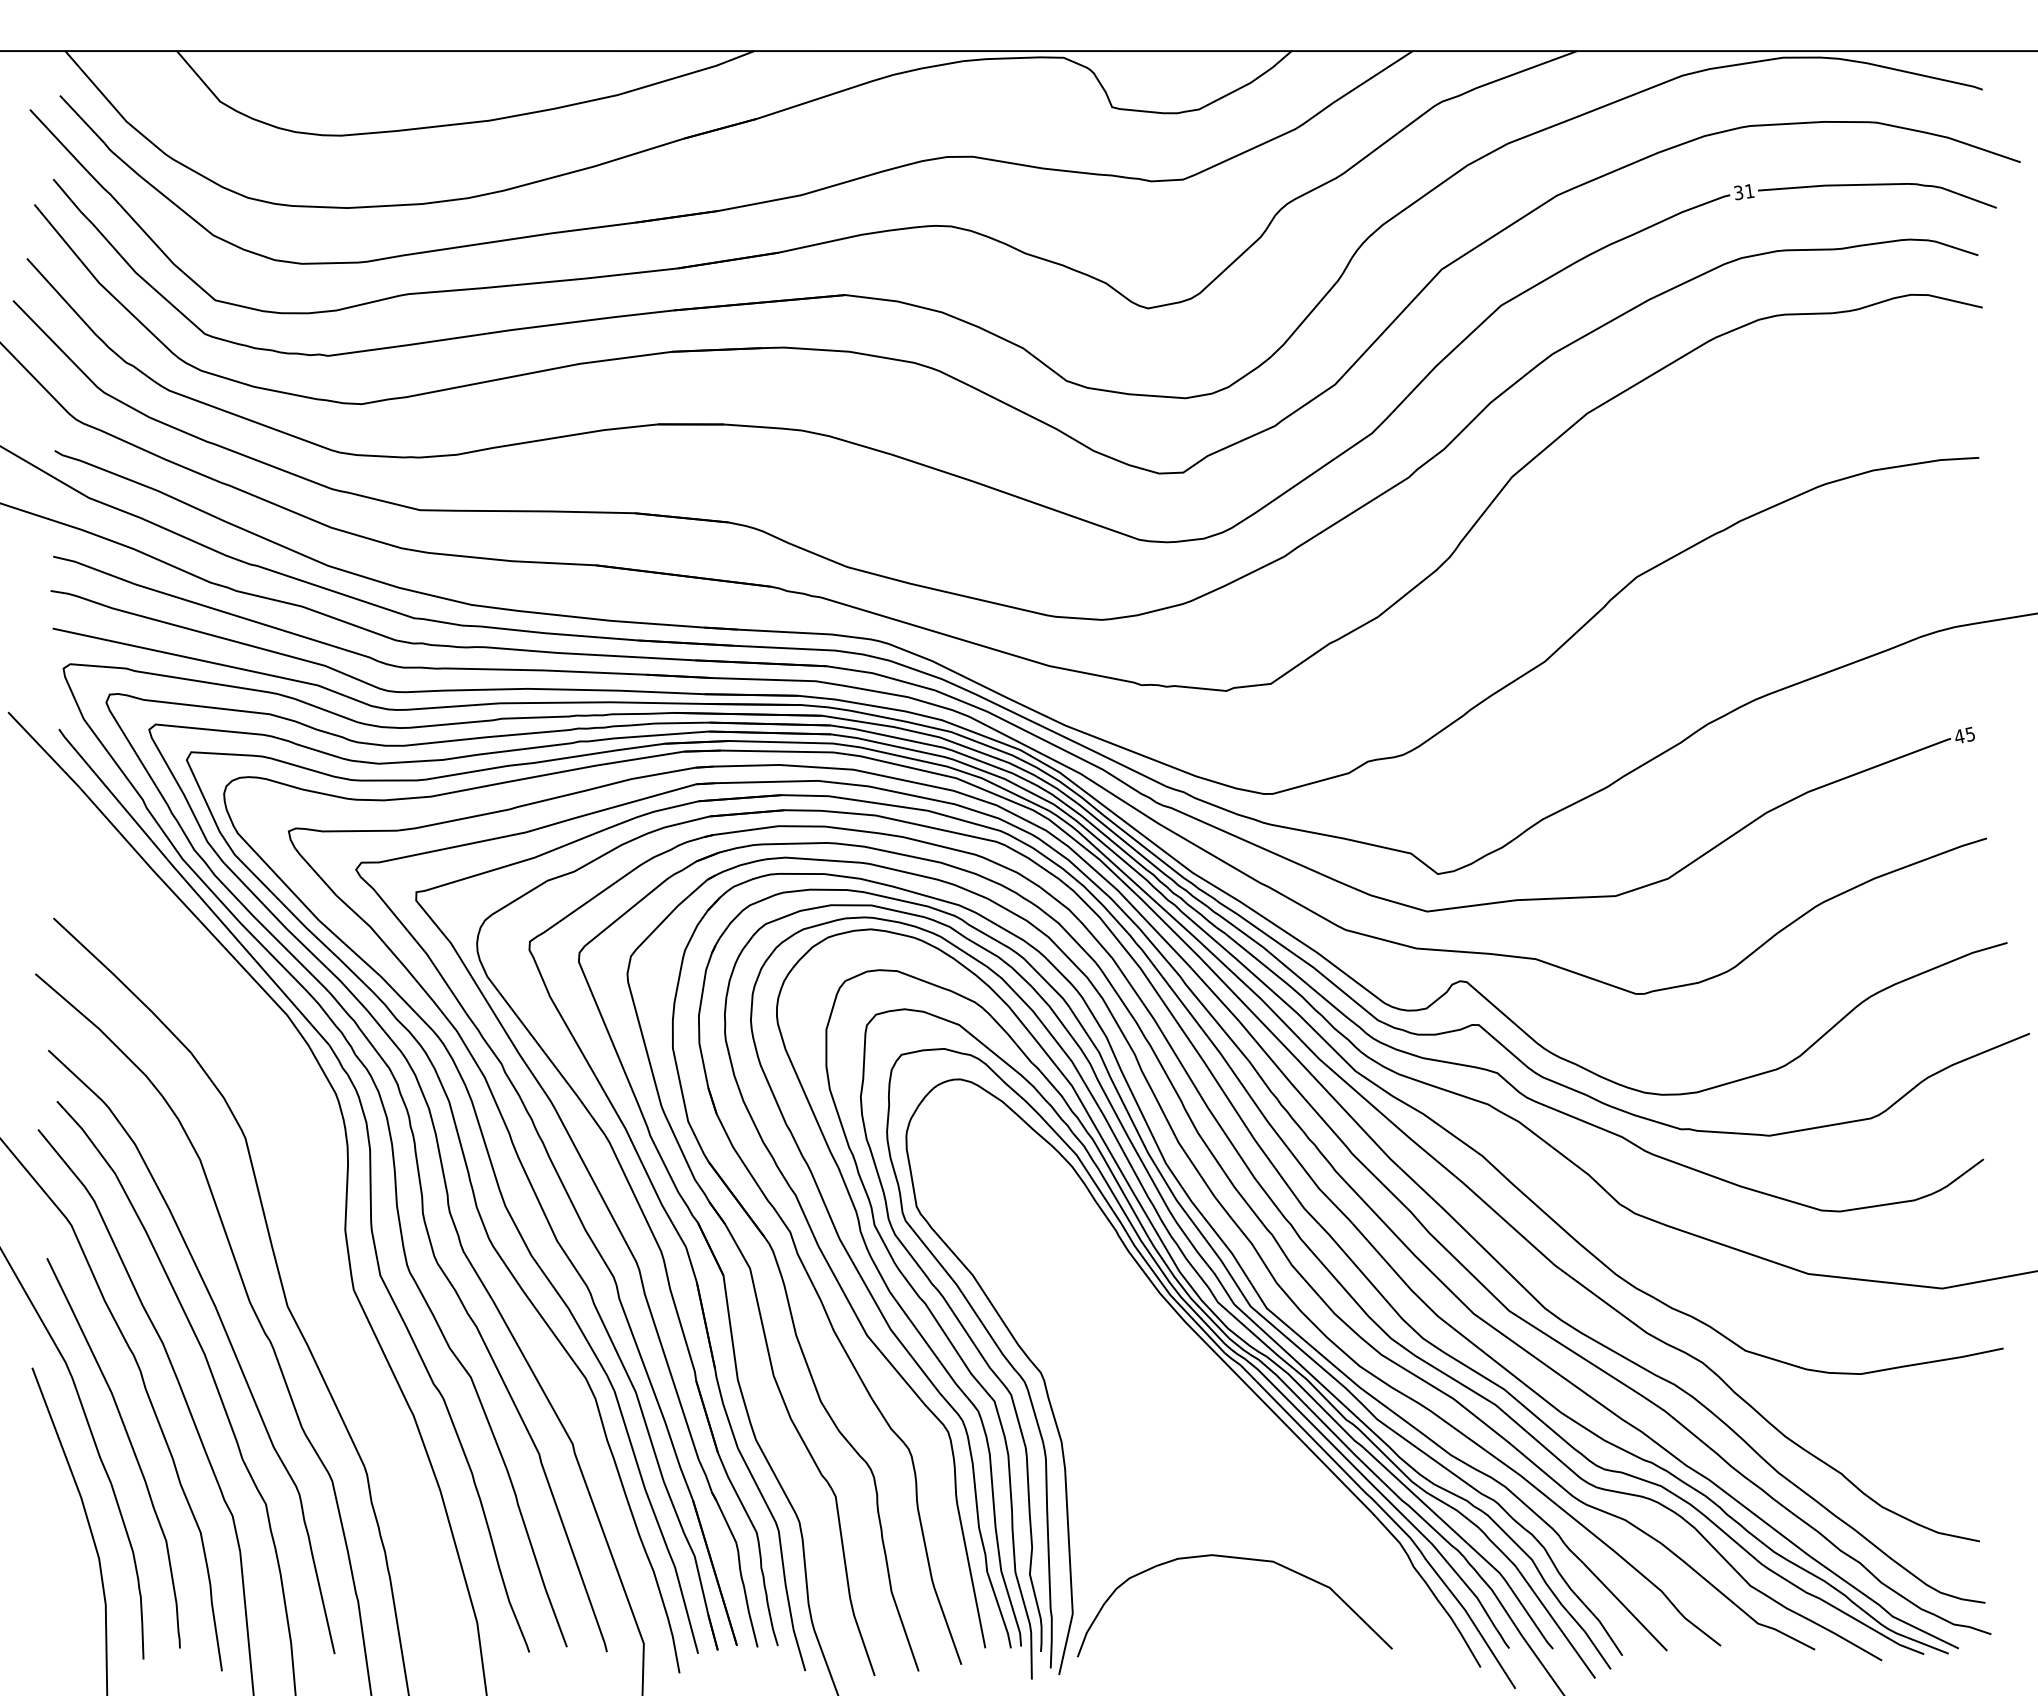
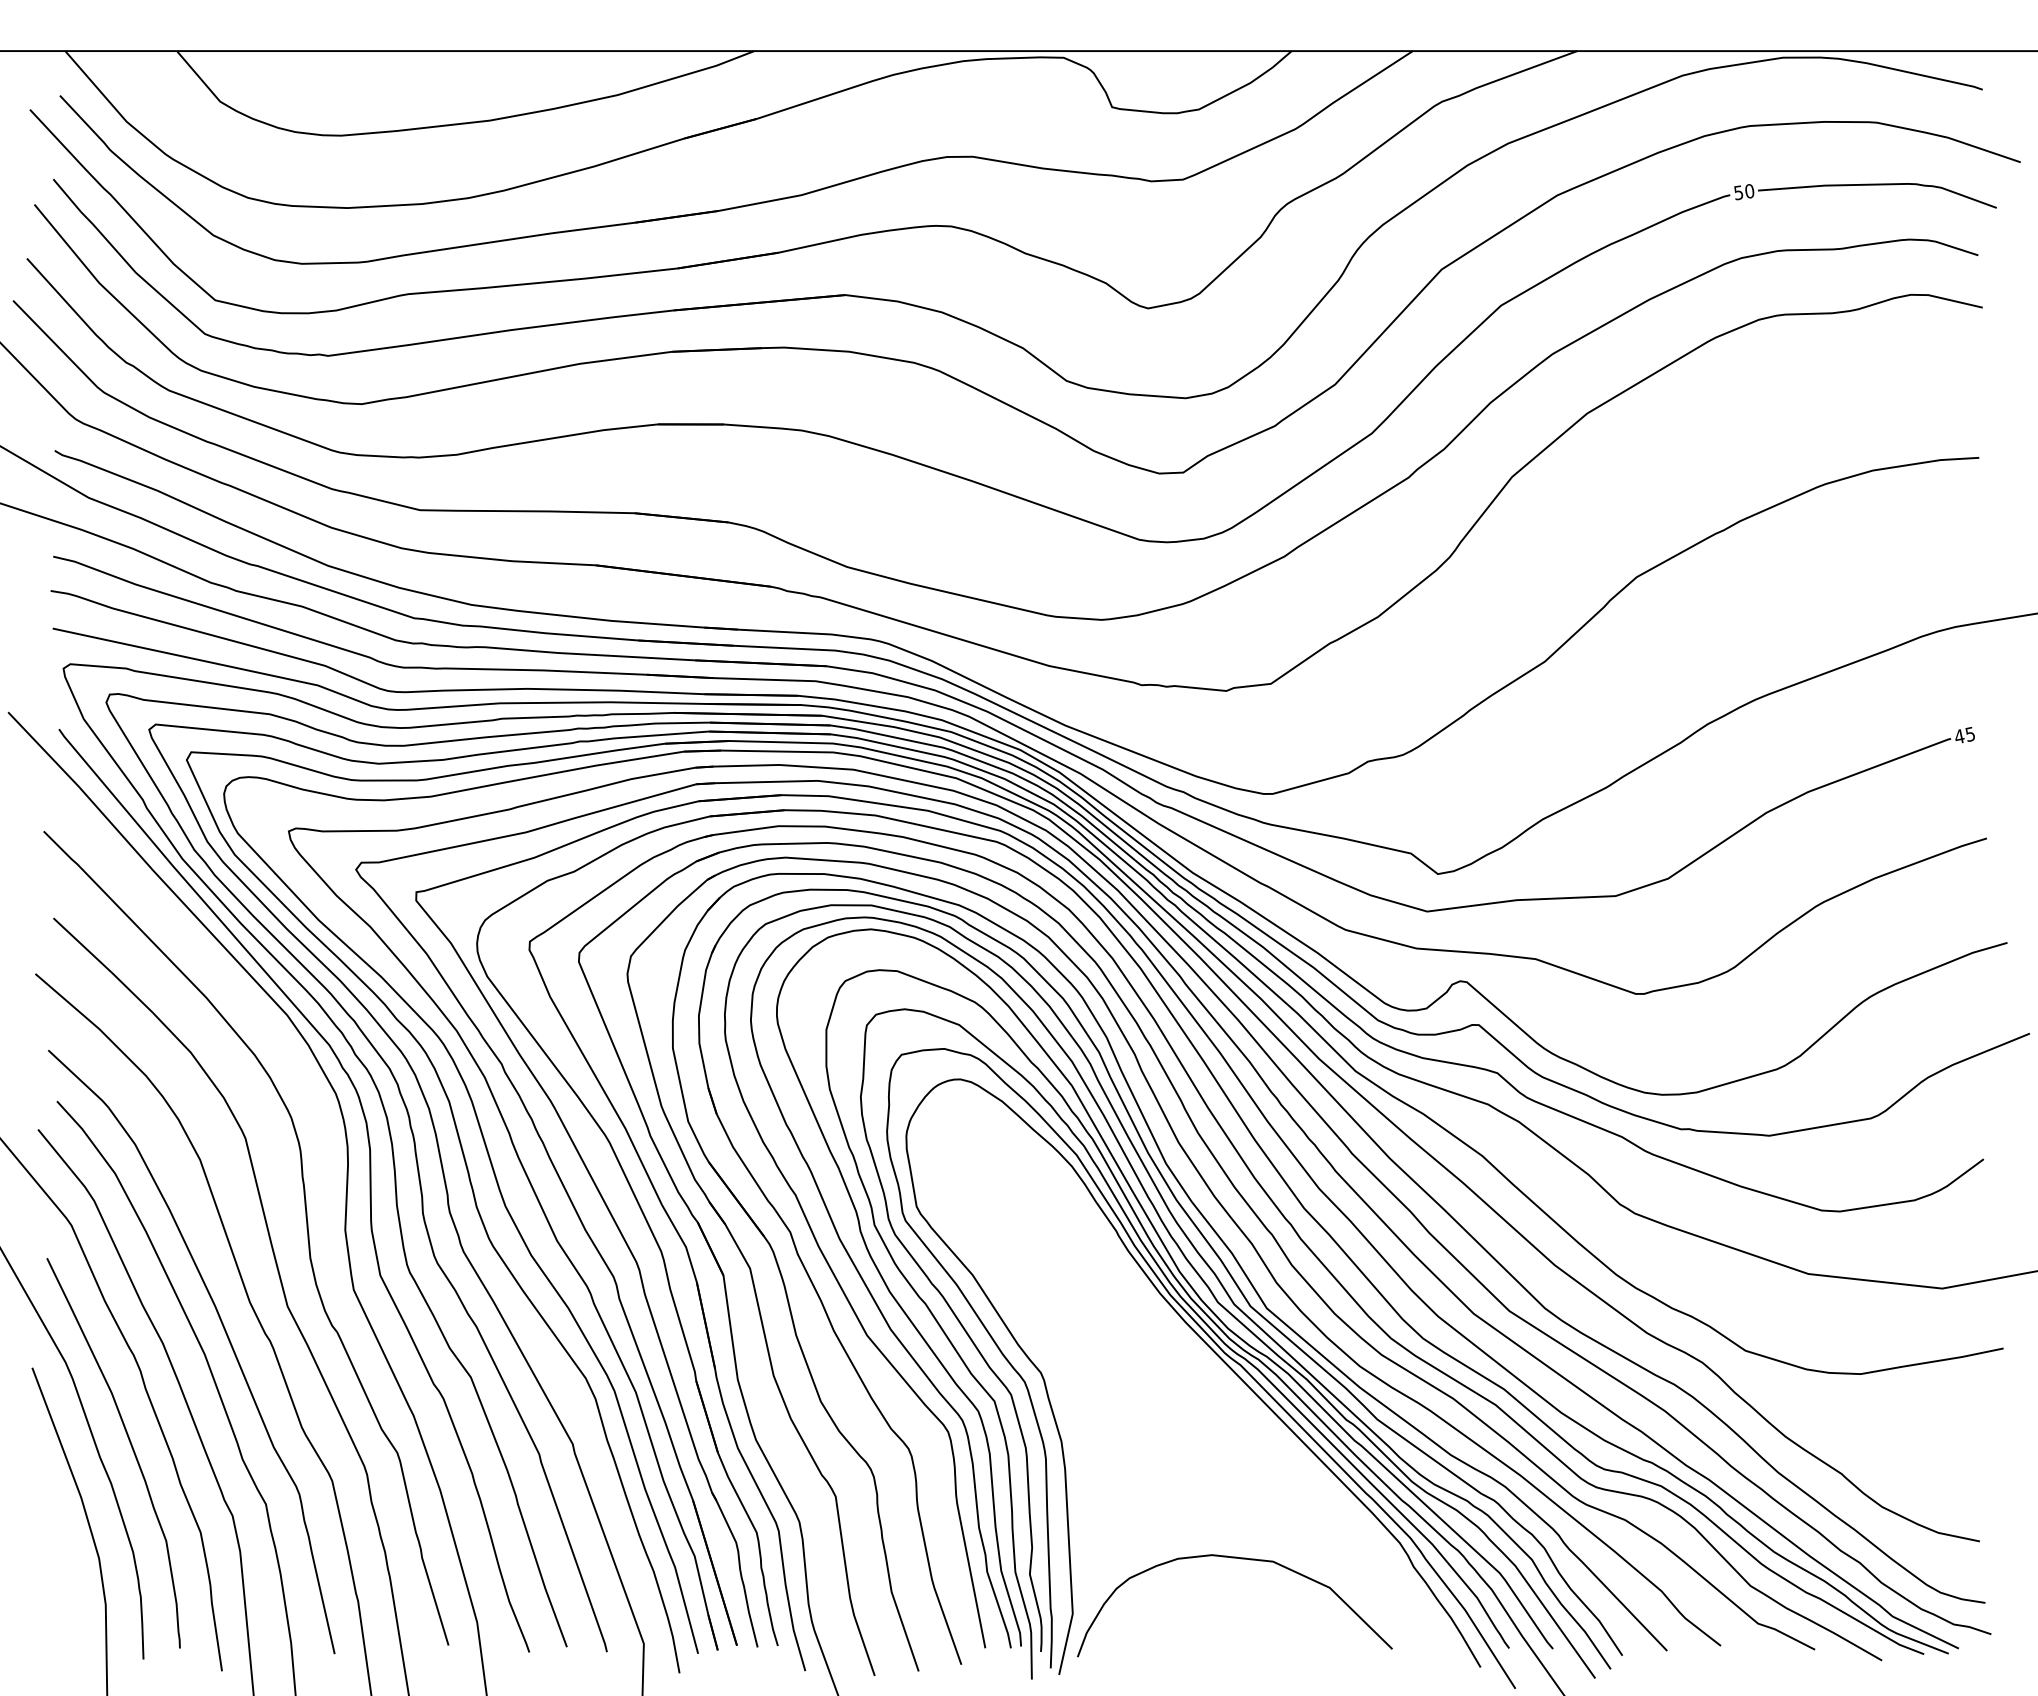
text at (1744, 191): 31 -> 50
curve at (306, 1229): none -> present
